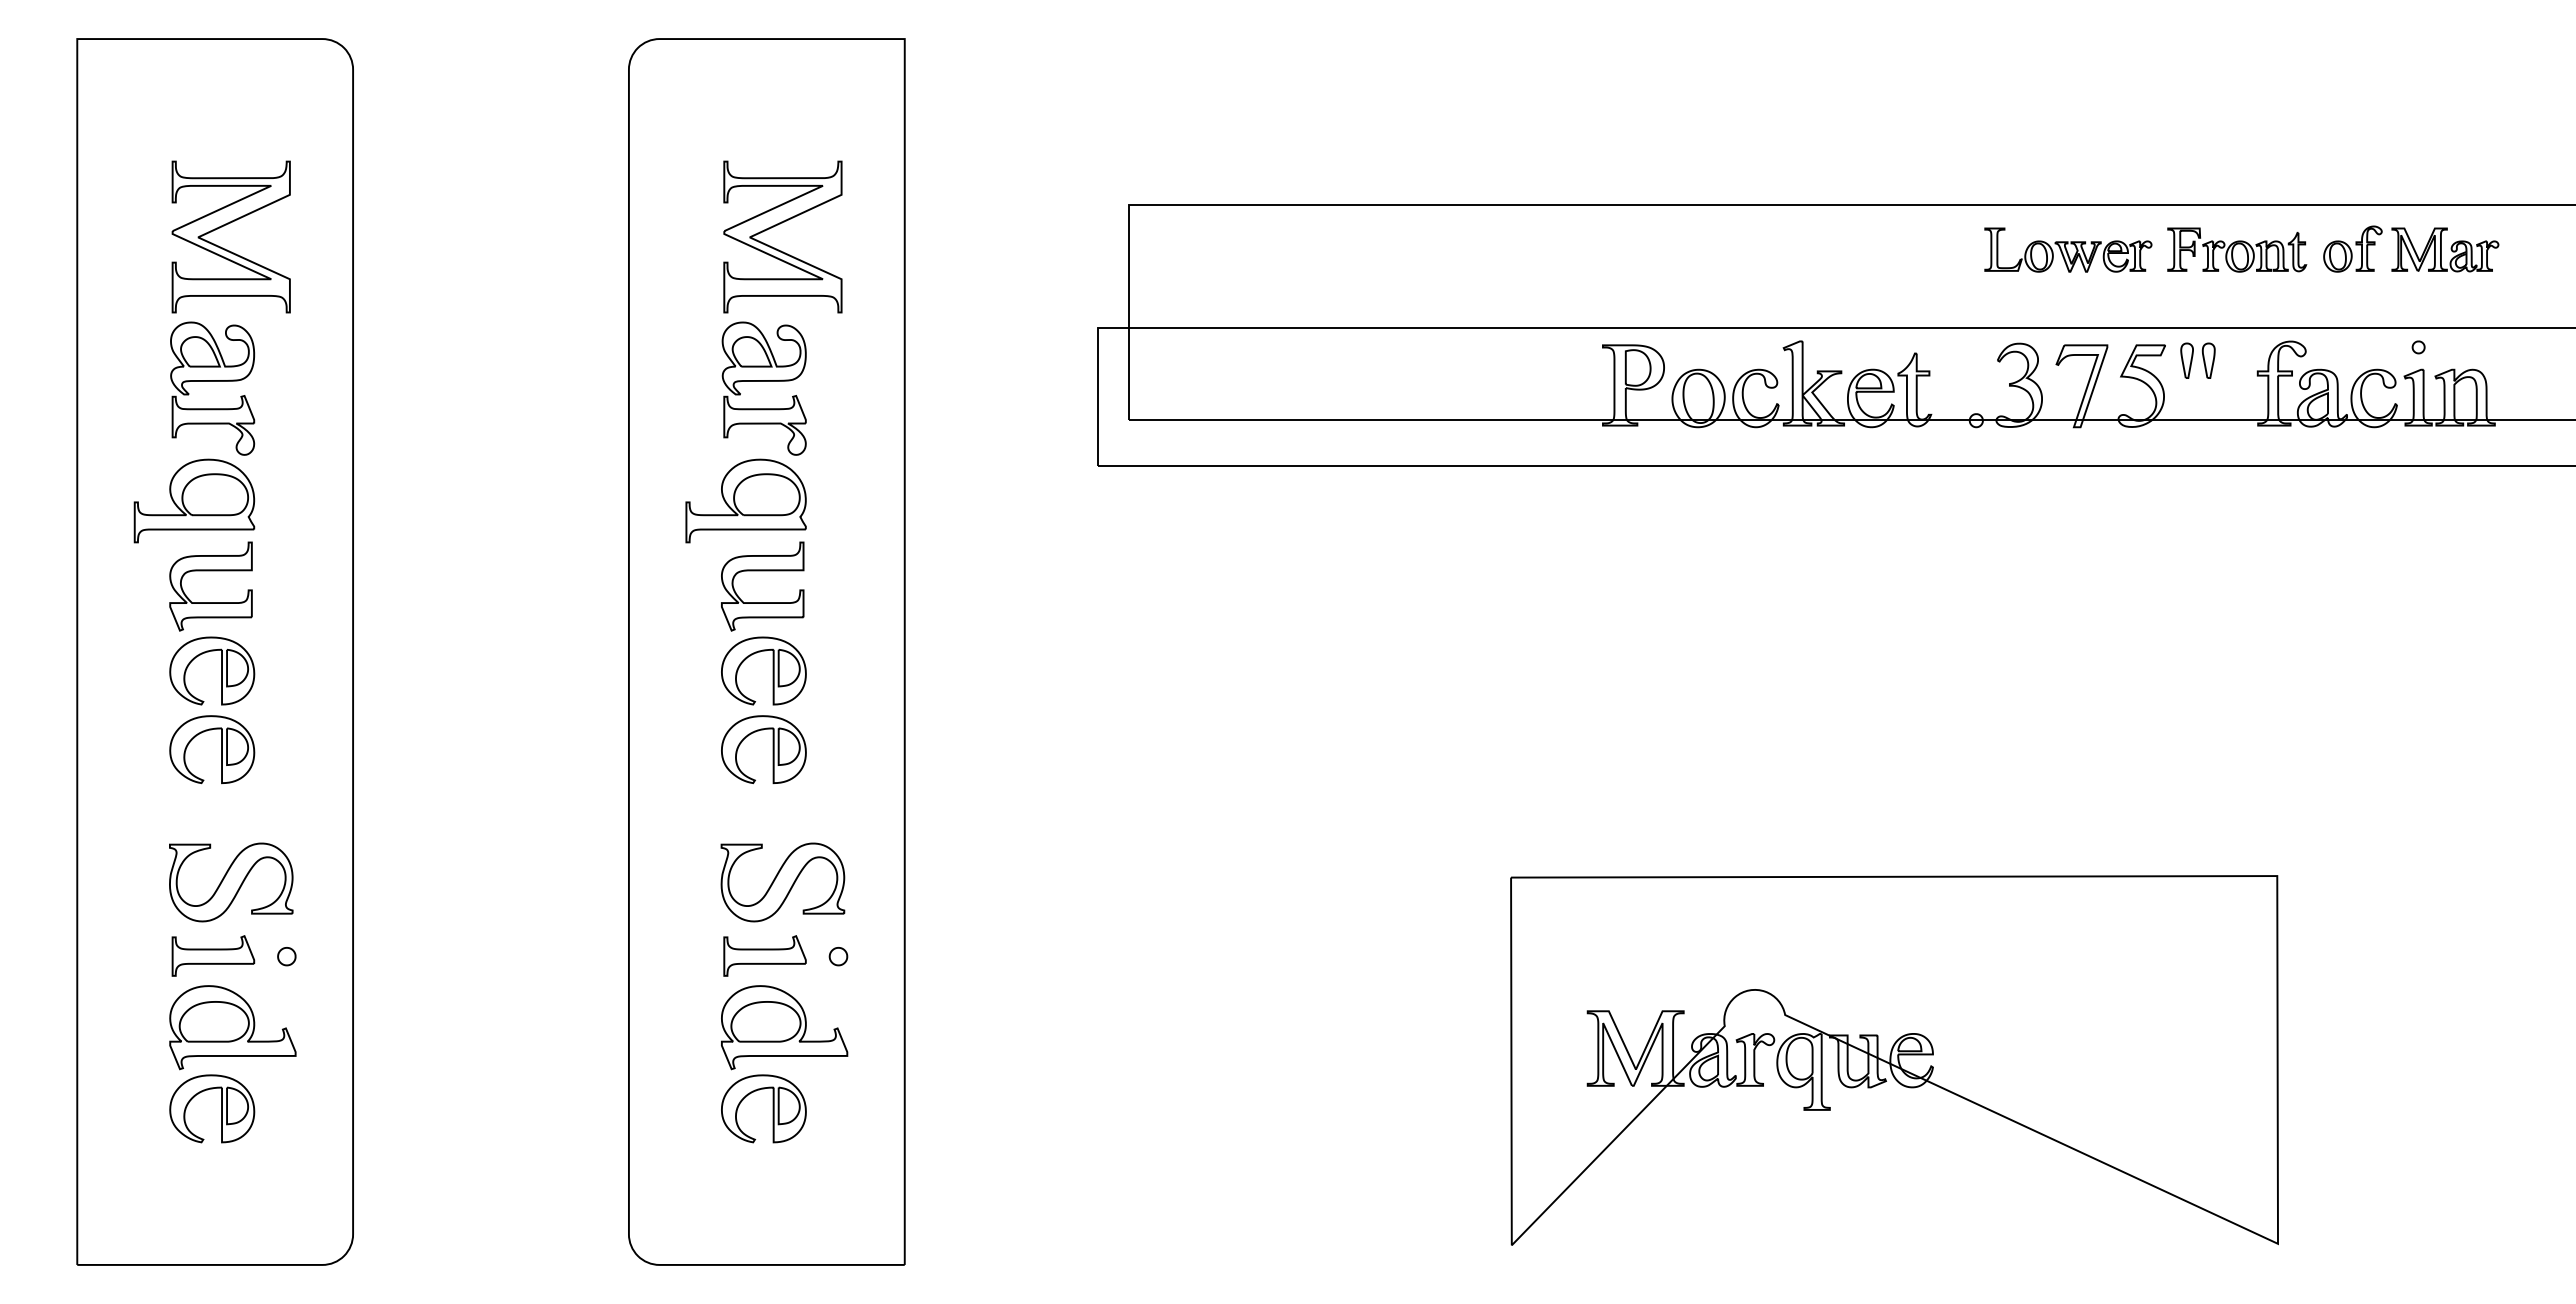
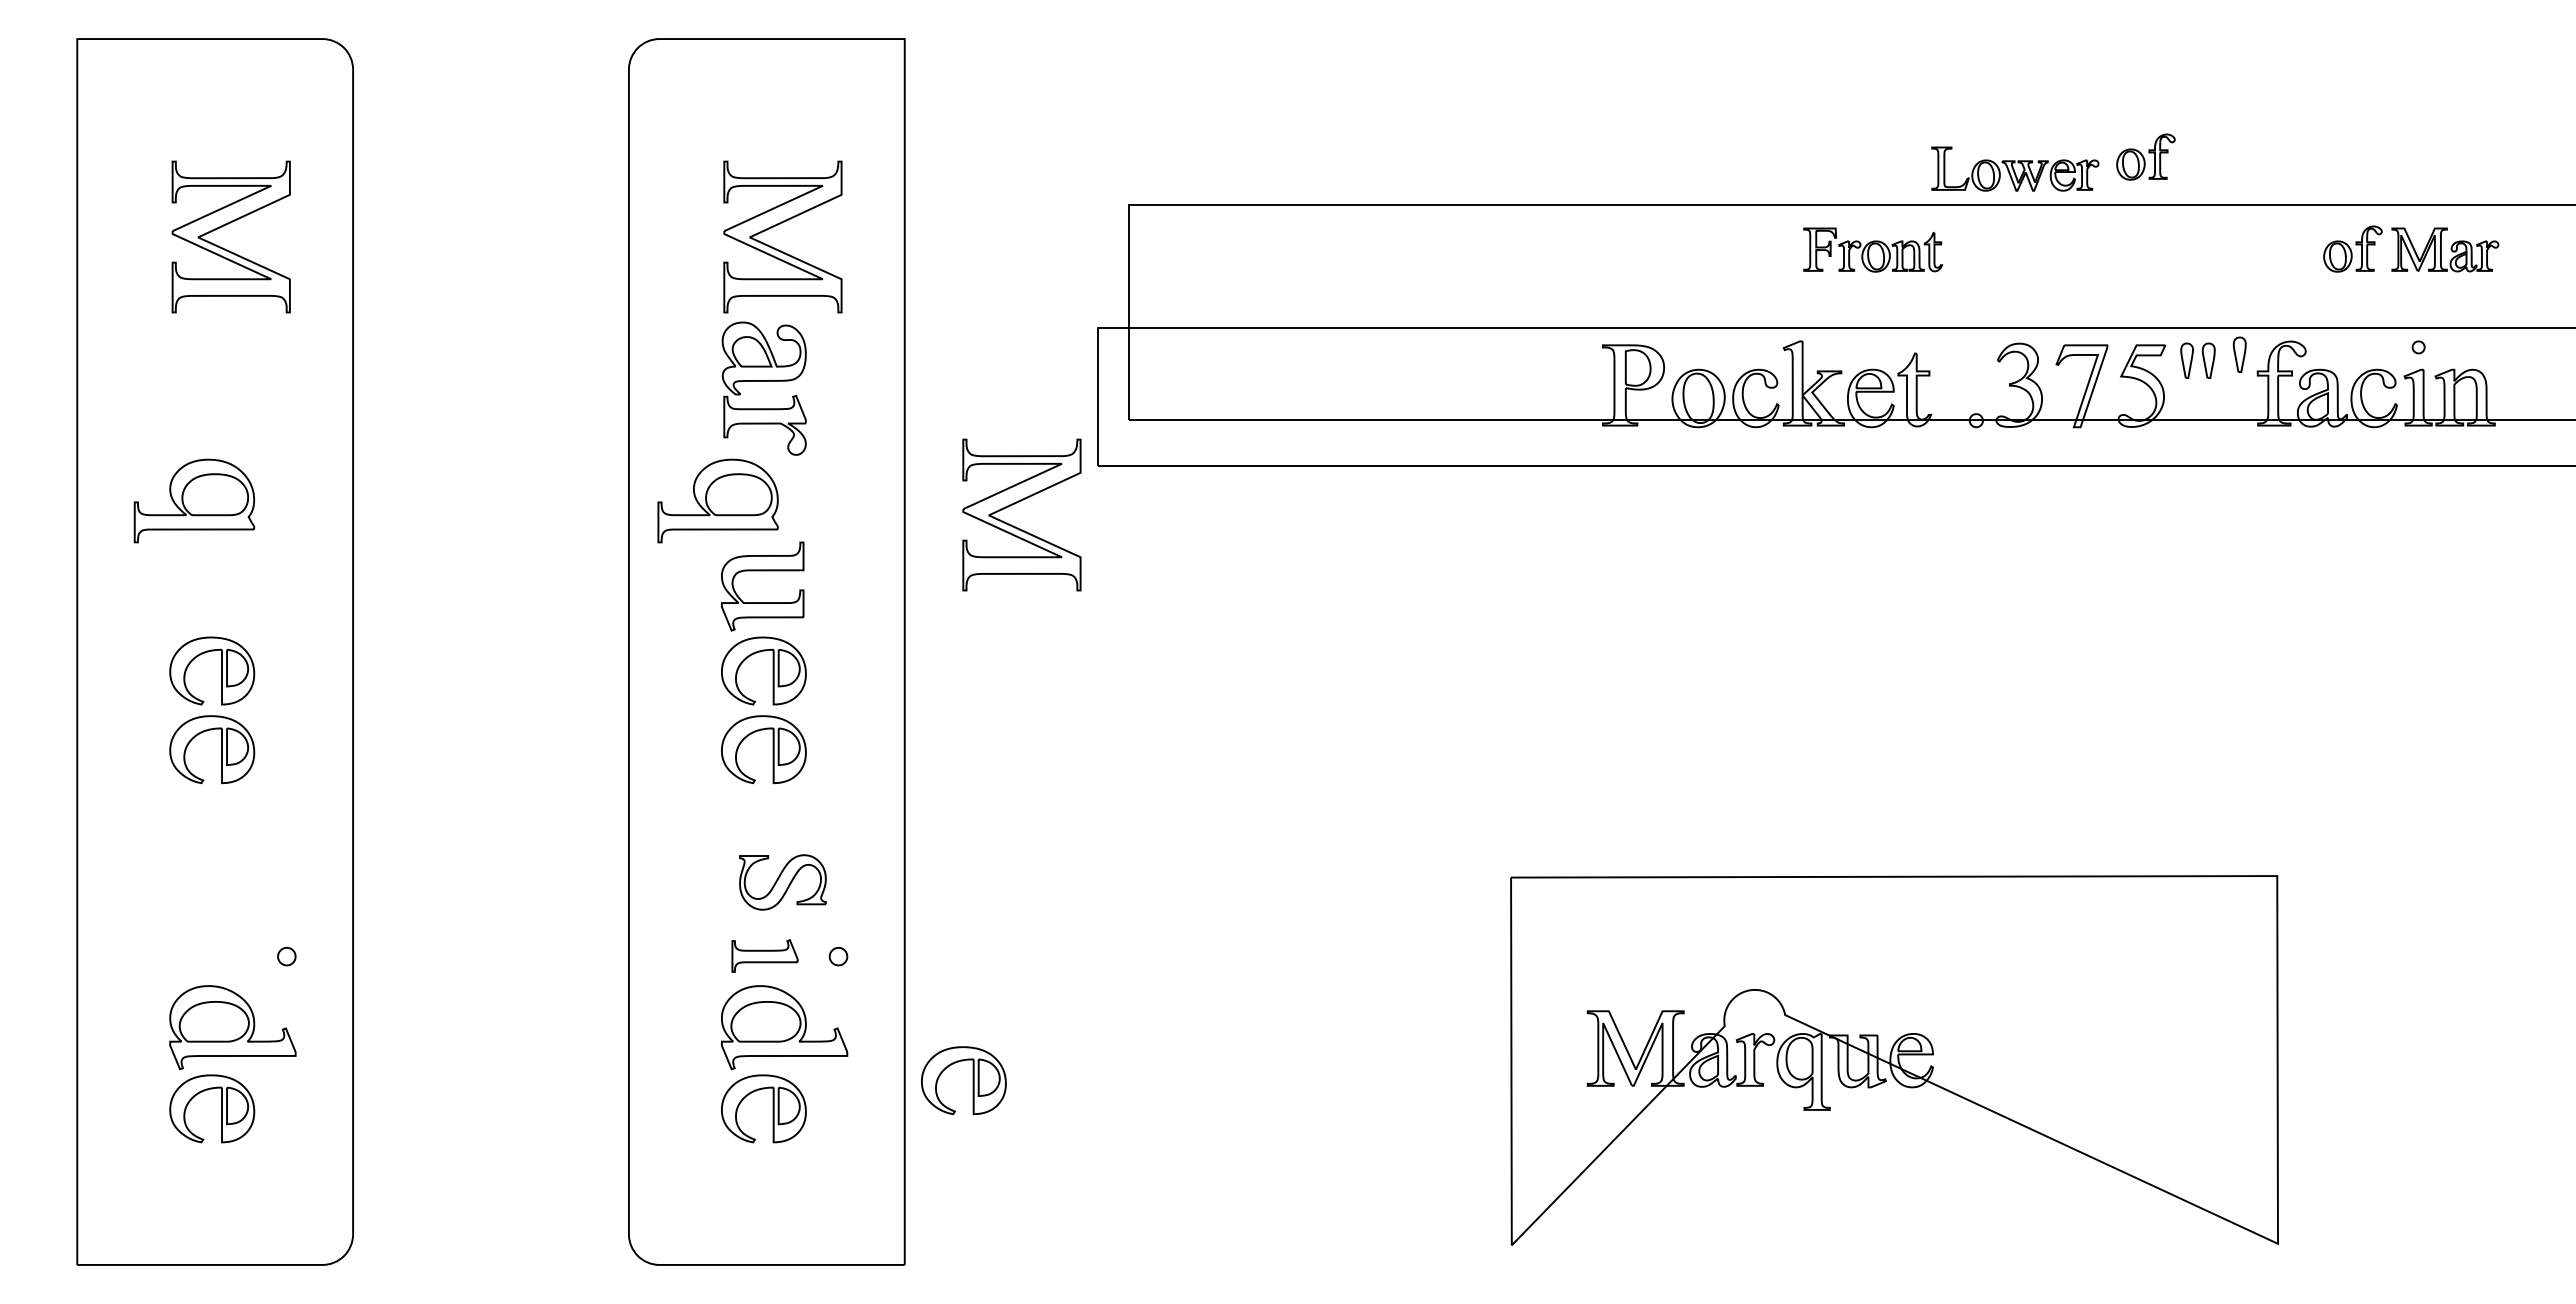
part at (2145, 156): none -> present
part at (2068, 249) position: (2068, 249) -> (2015, 168)
part at (2237, 249) position: (2237, 249) -> (1873, 249)
part at (2239, 354): none -> present
part at (212, 381): present -> none
part at (745, 500) position: (745, 500) -> (717, 500)
part at (1017, 503): none -> present
part at (210, 571): present -> none
part at (231, 882): present -> none
part at (782, 882) size: 126x81 px -> 88x57 px
part at (213, 955): present -> none
part at (764, 955) size: 84x42 px -> 68x34 px
part at (972, 1080): none -> present
